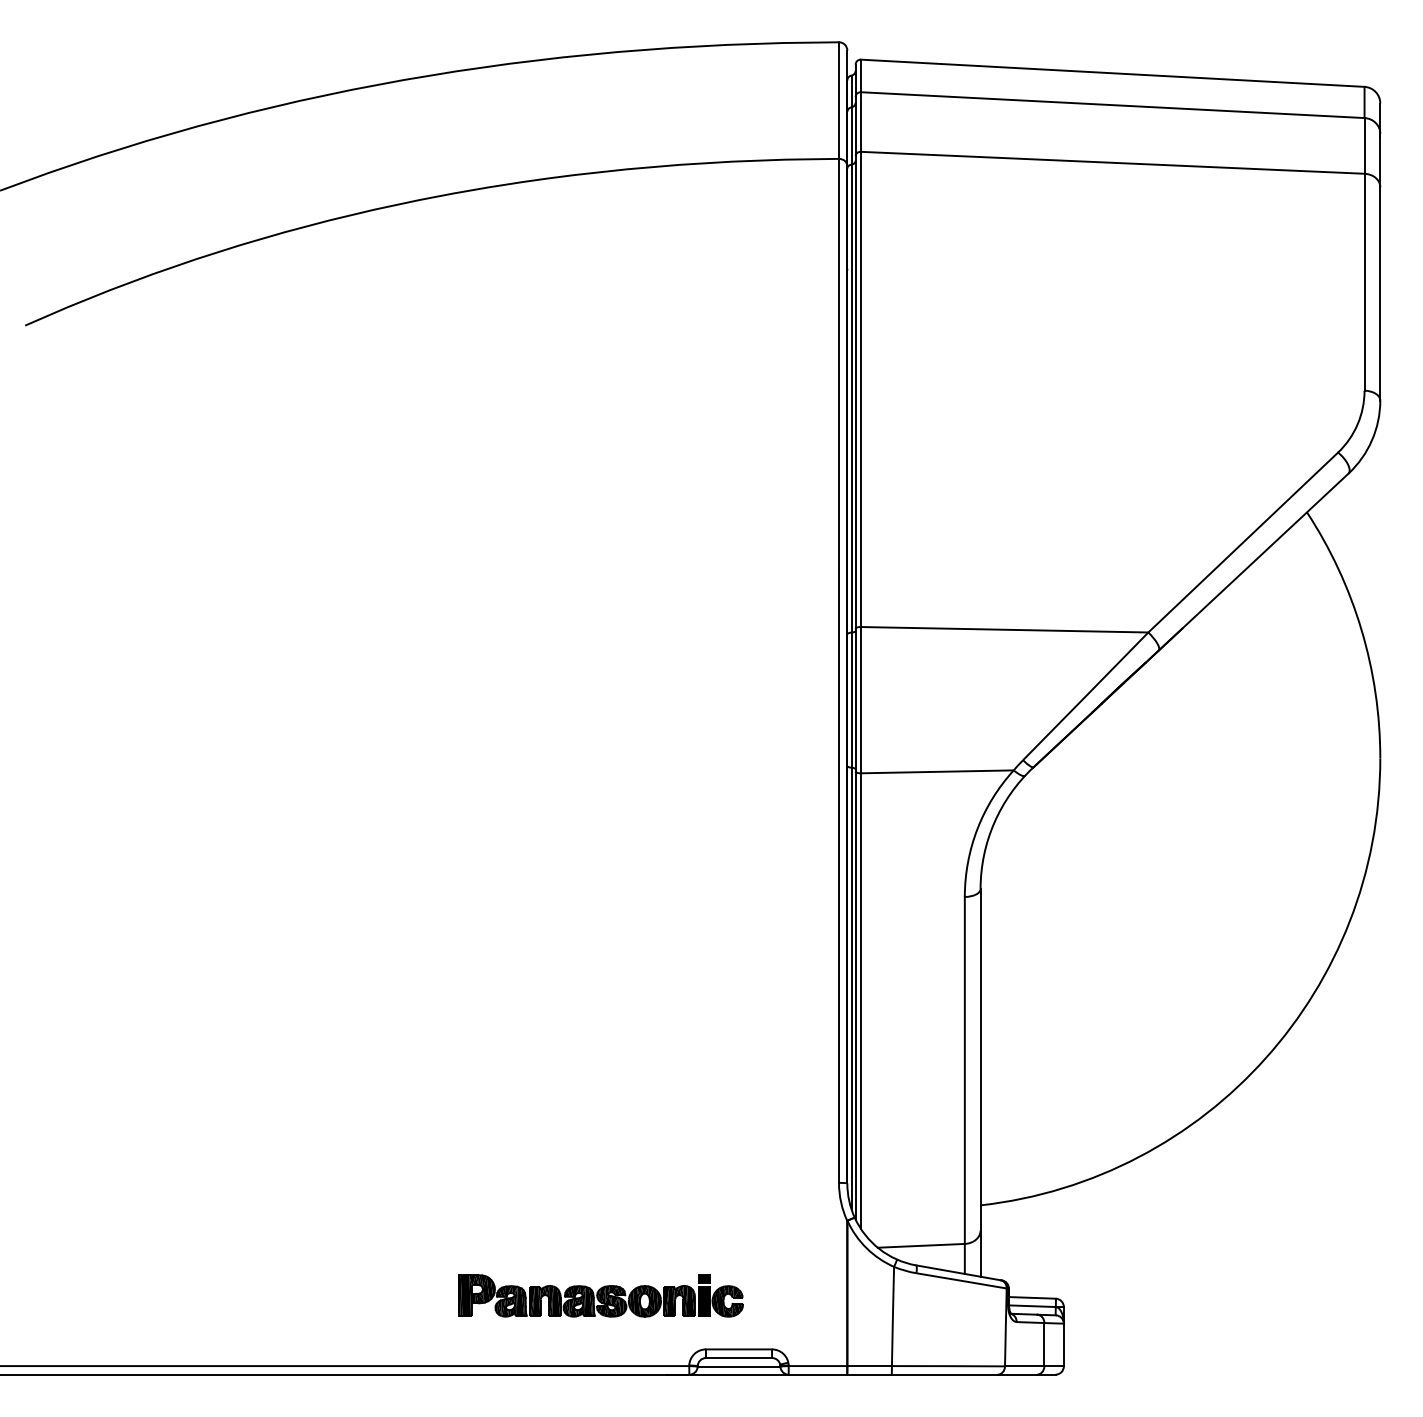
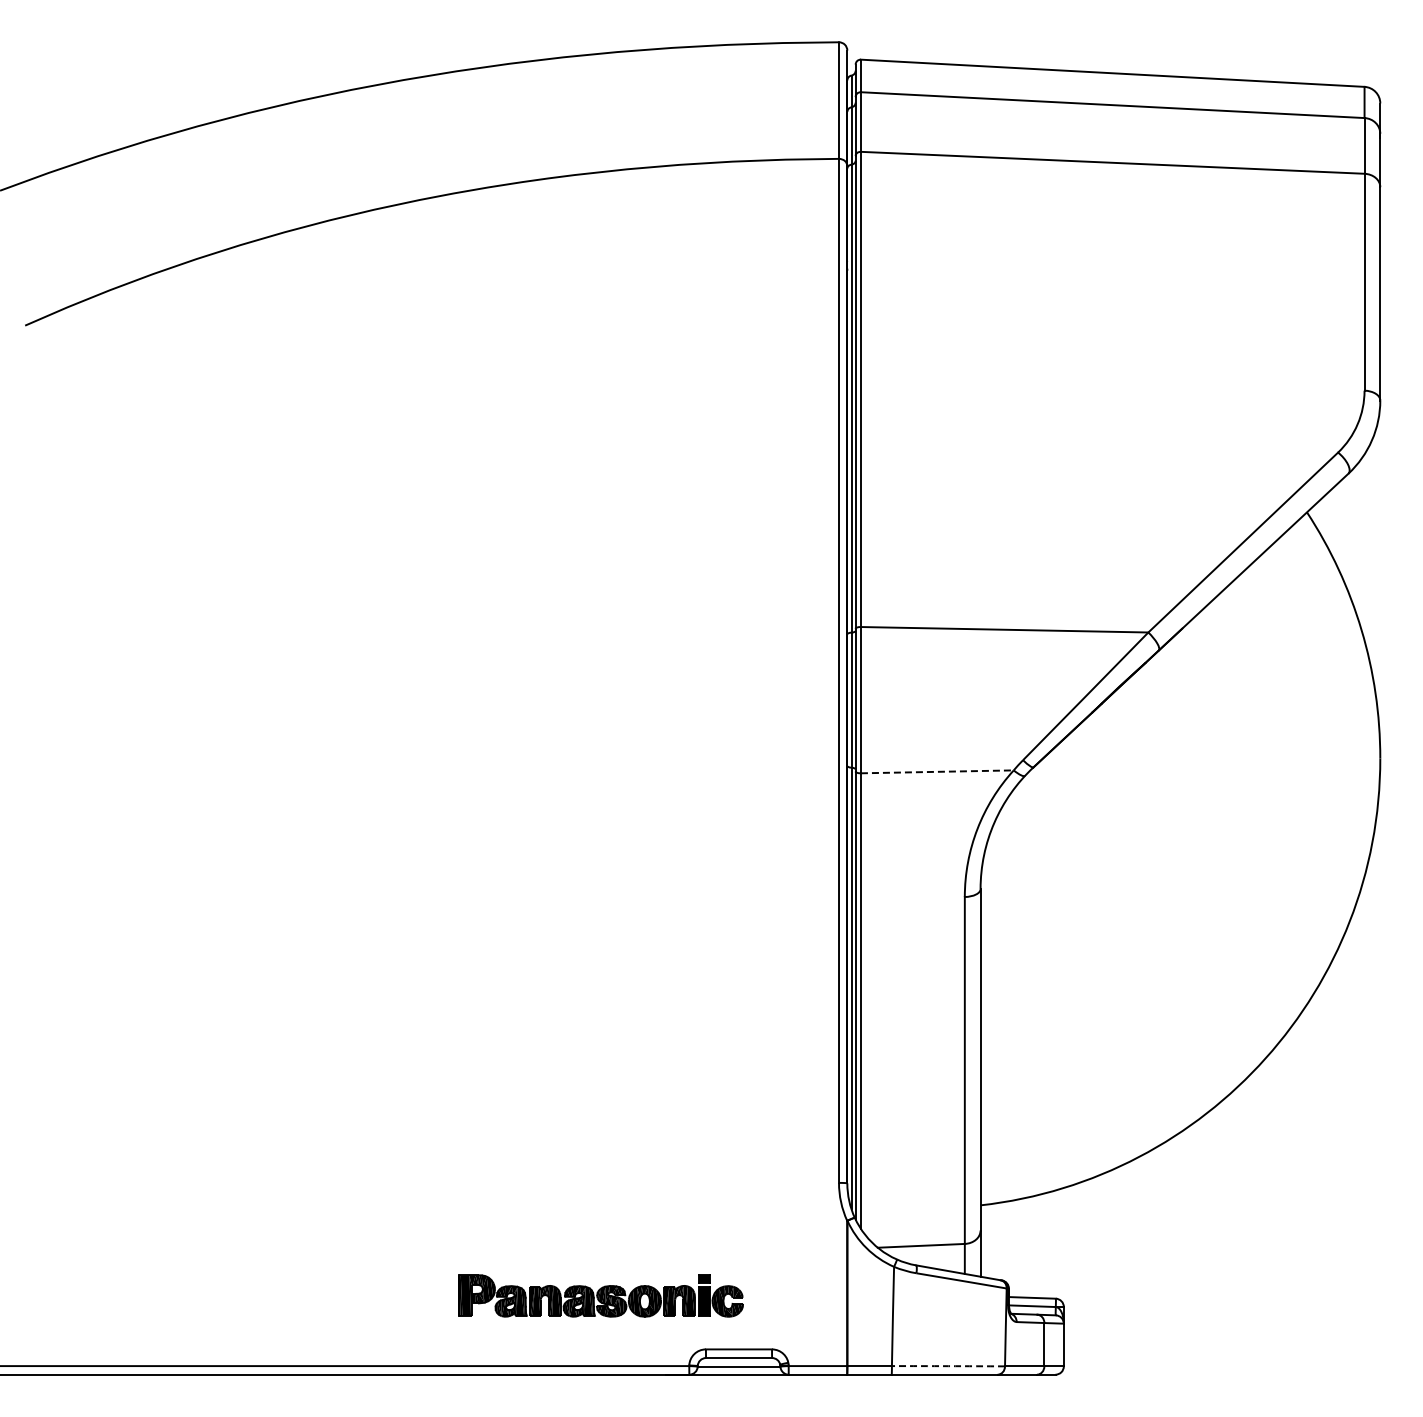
line at (937, 771): solid -> dashed
arc at (948, 1366): solid -> dashed
